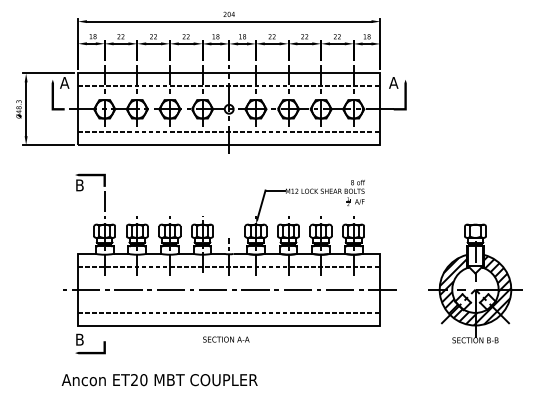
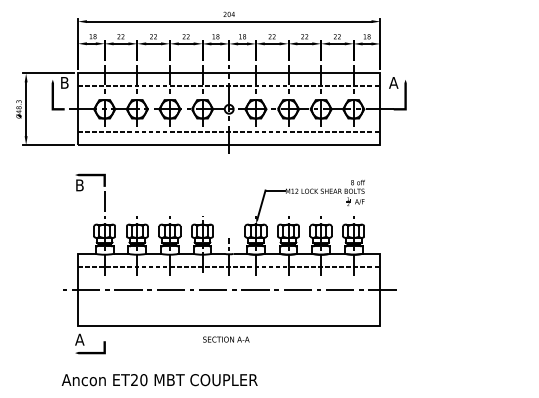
text at (64, 82): A -> B
part at (475, 283): present -> none
line at (229, 312): present -> none
text at (79, 339): B -> A
